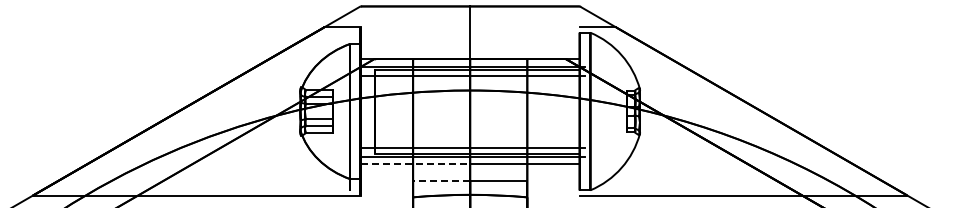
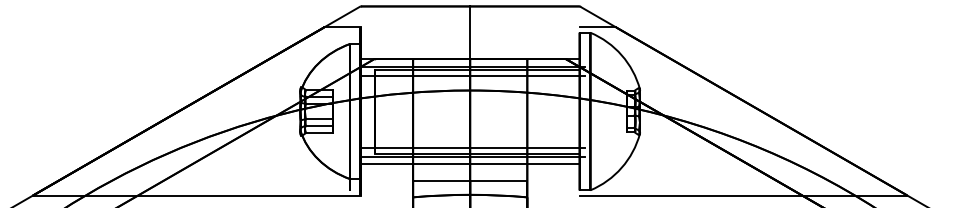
line at (415, 164): dashed -> solid
line at (441, 181): dashed -> solid
